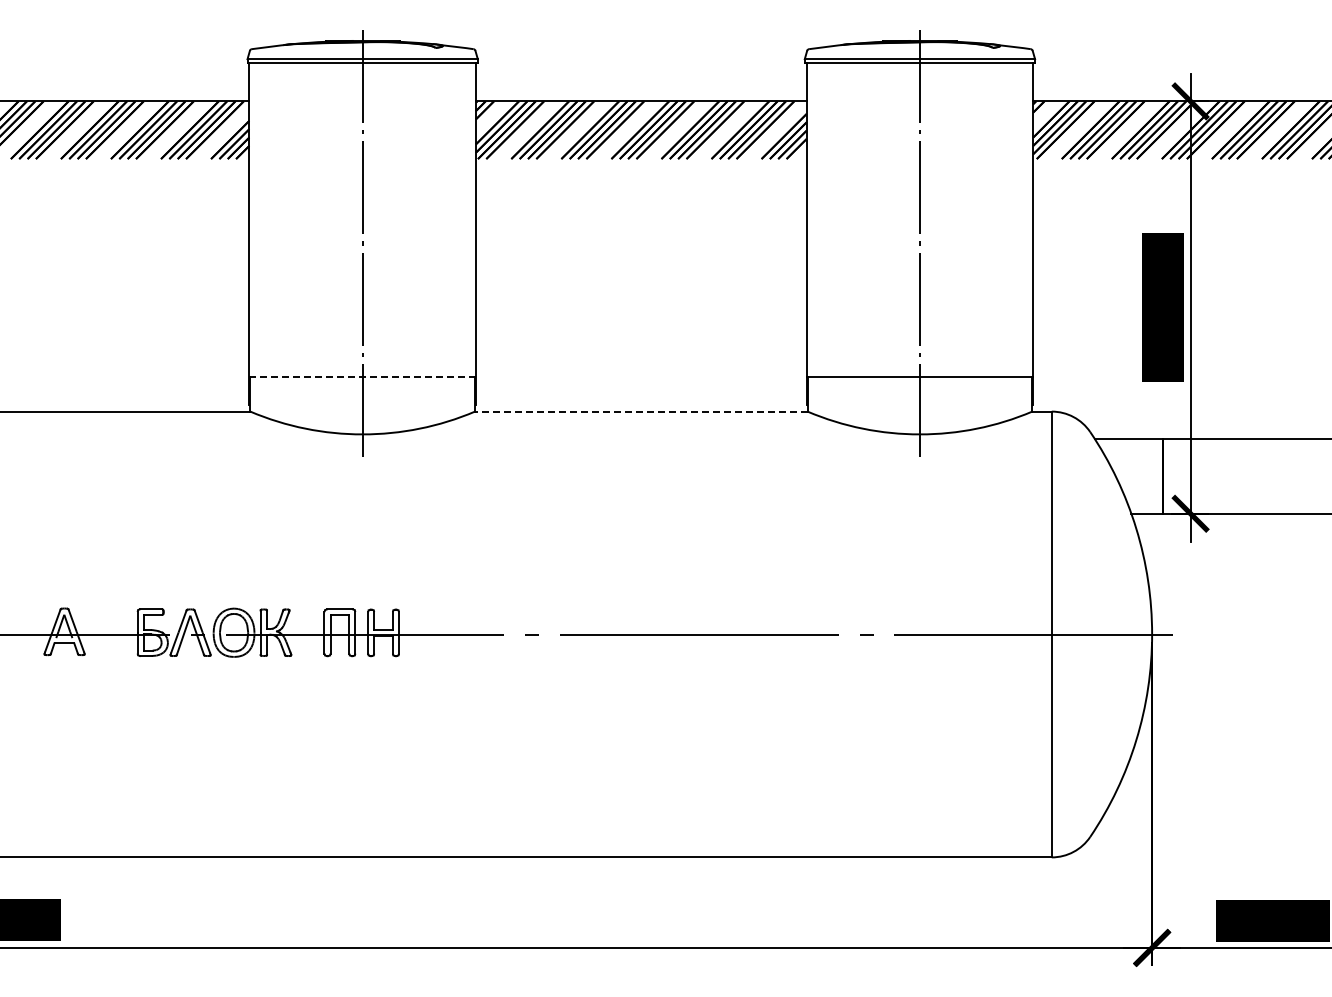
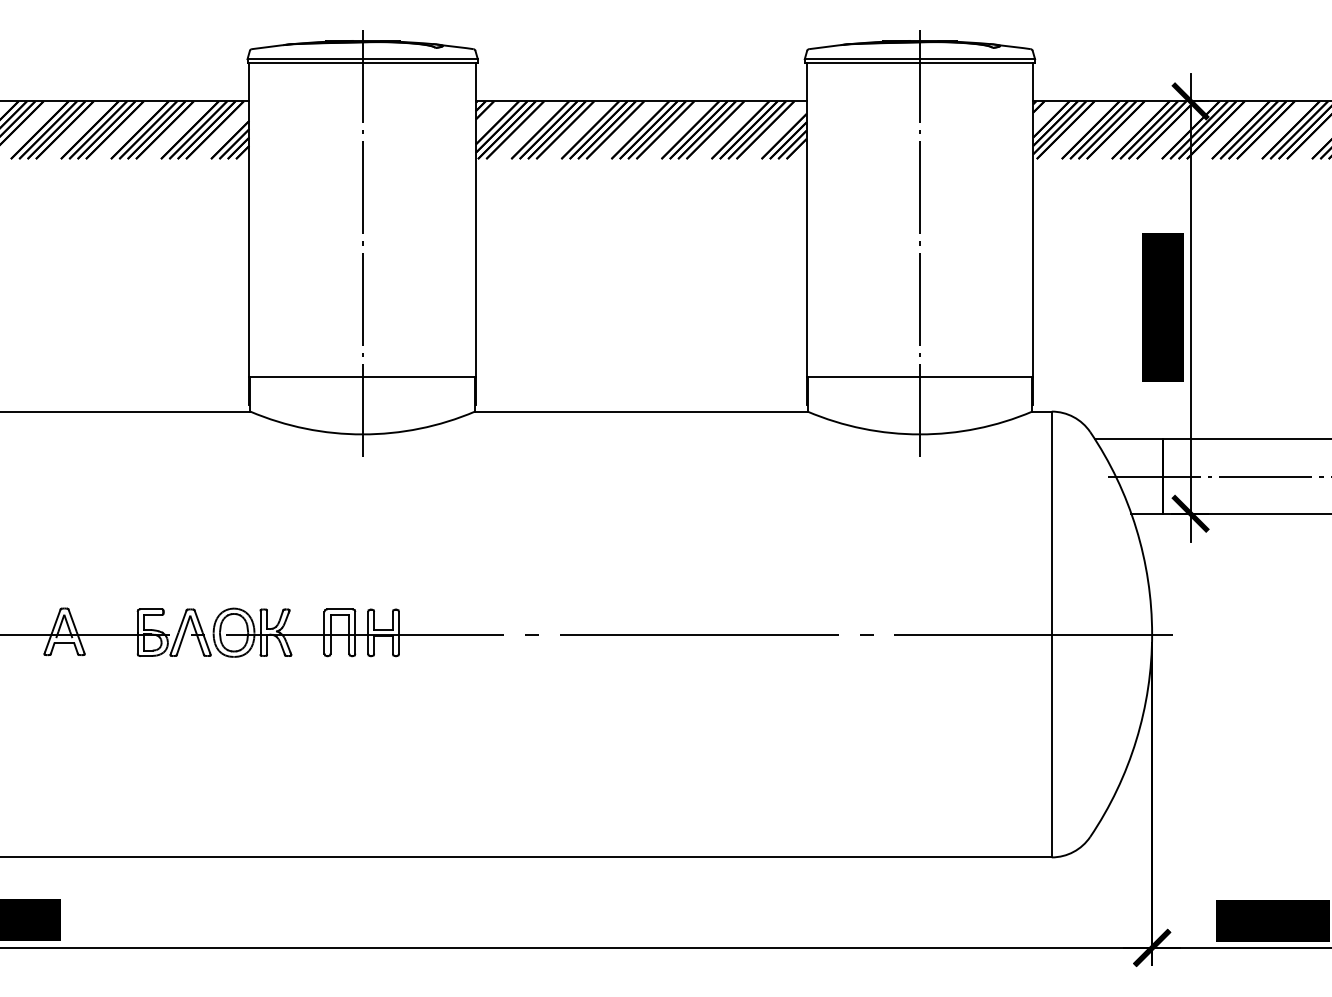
line at (363, 377): dashed -> solid
line at (640, 411): dashed -> solid
line at (1217, 476): none -> present
